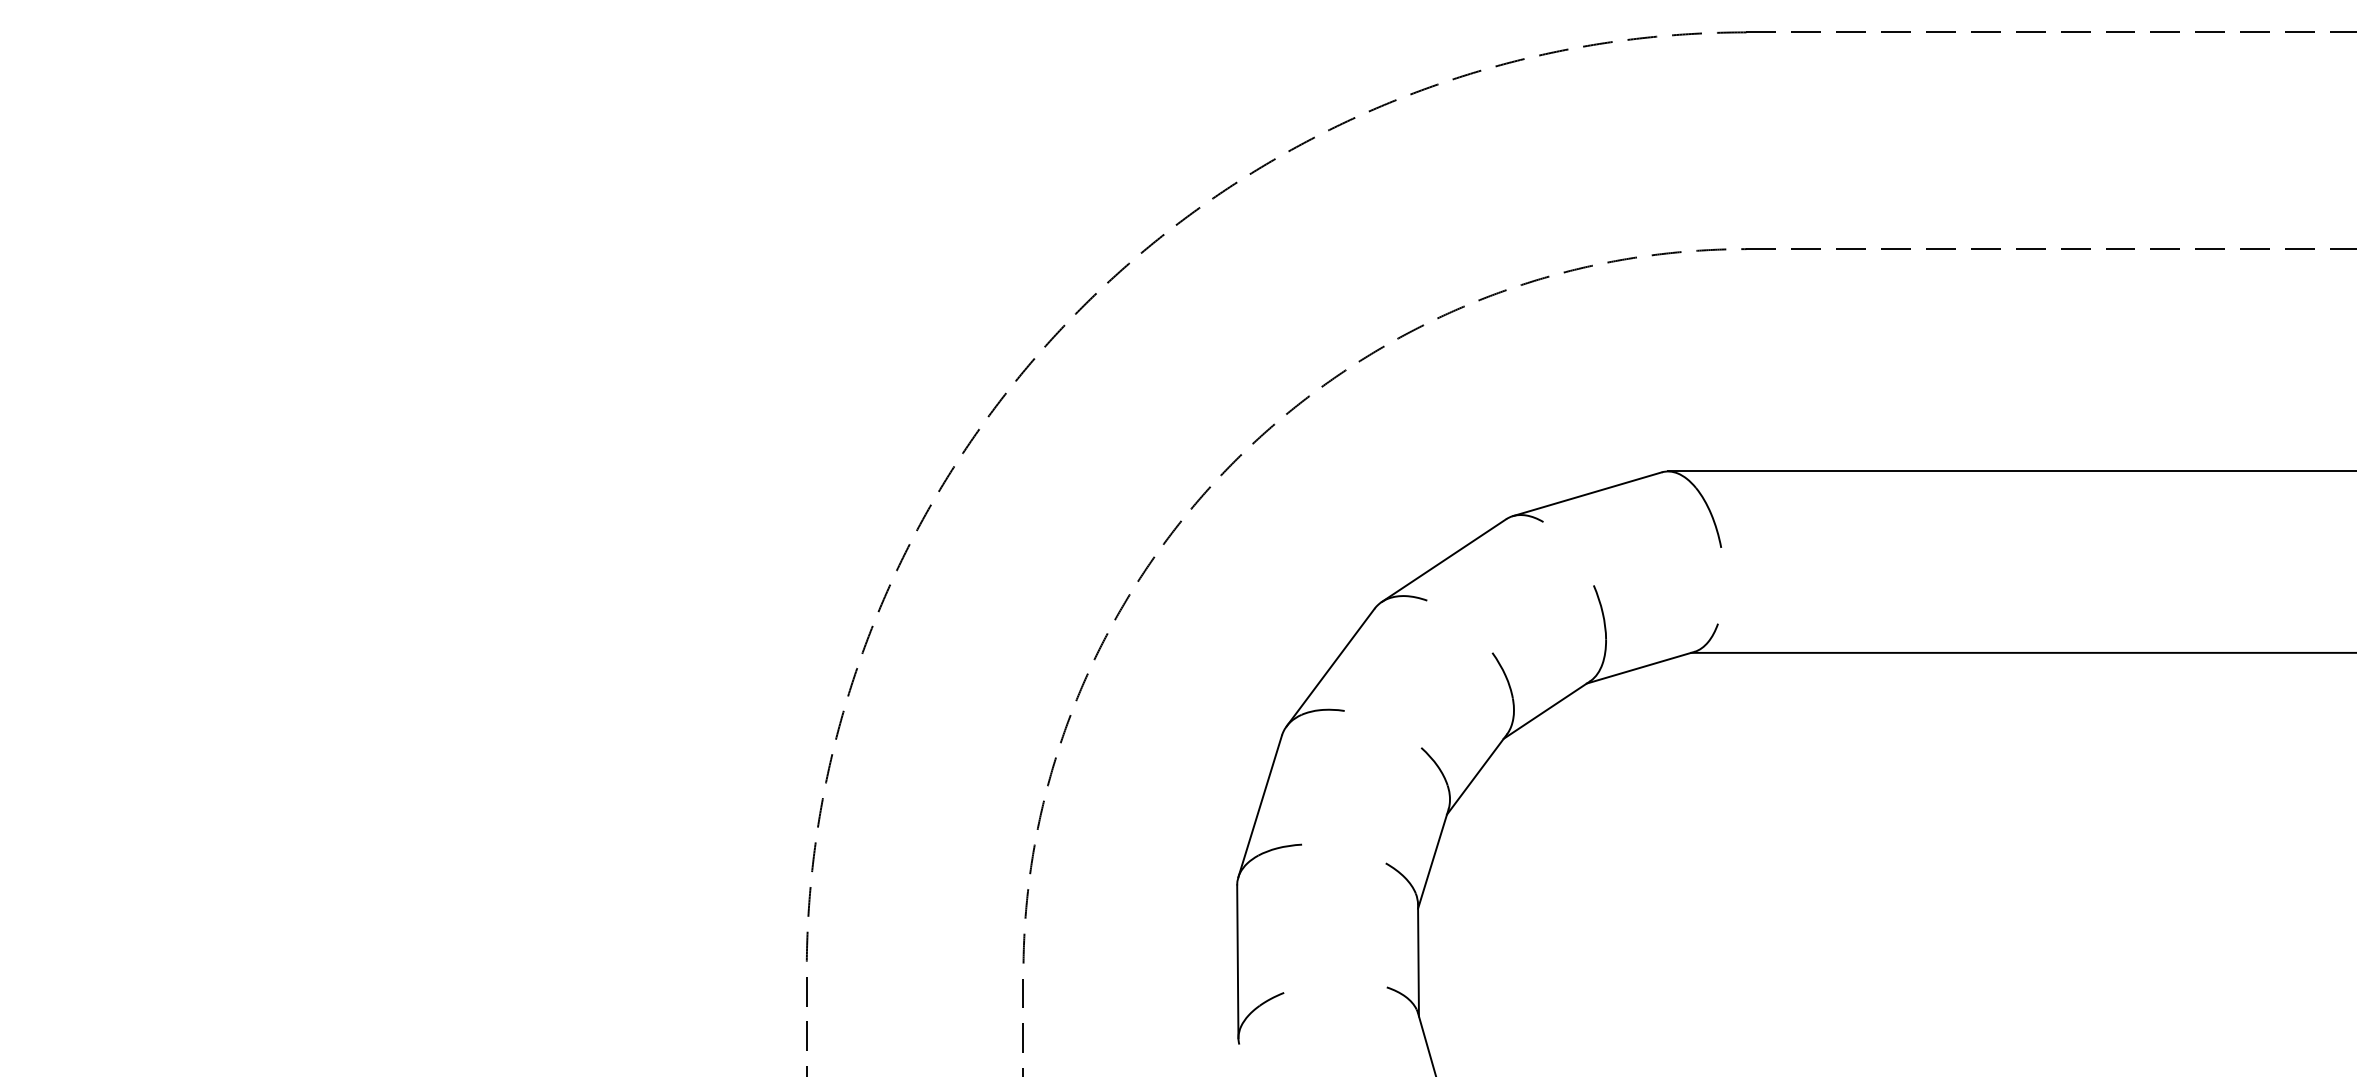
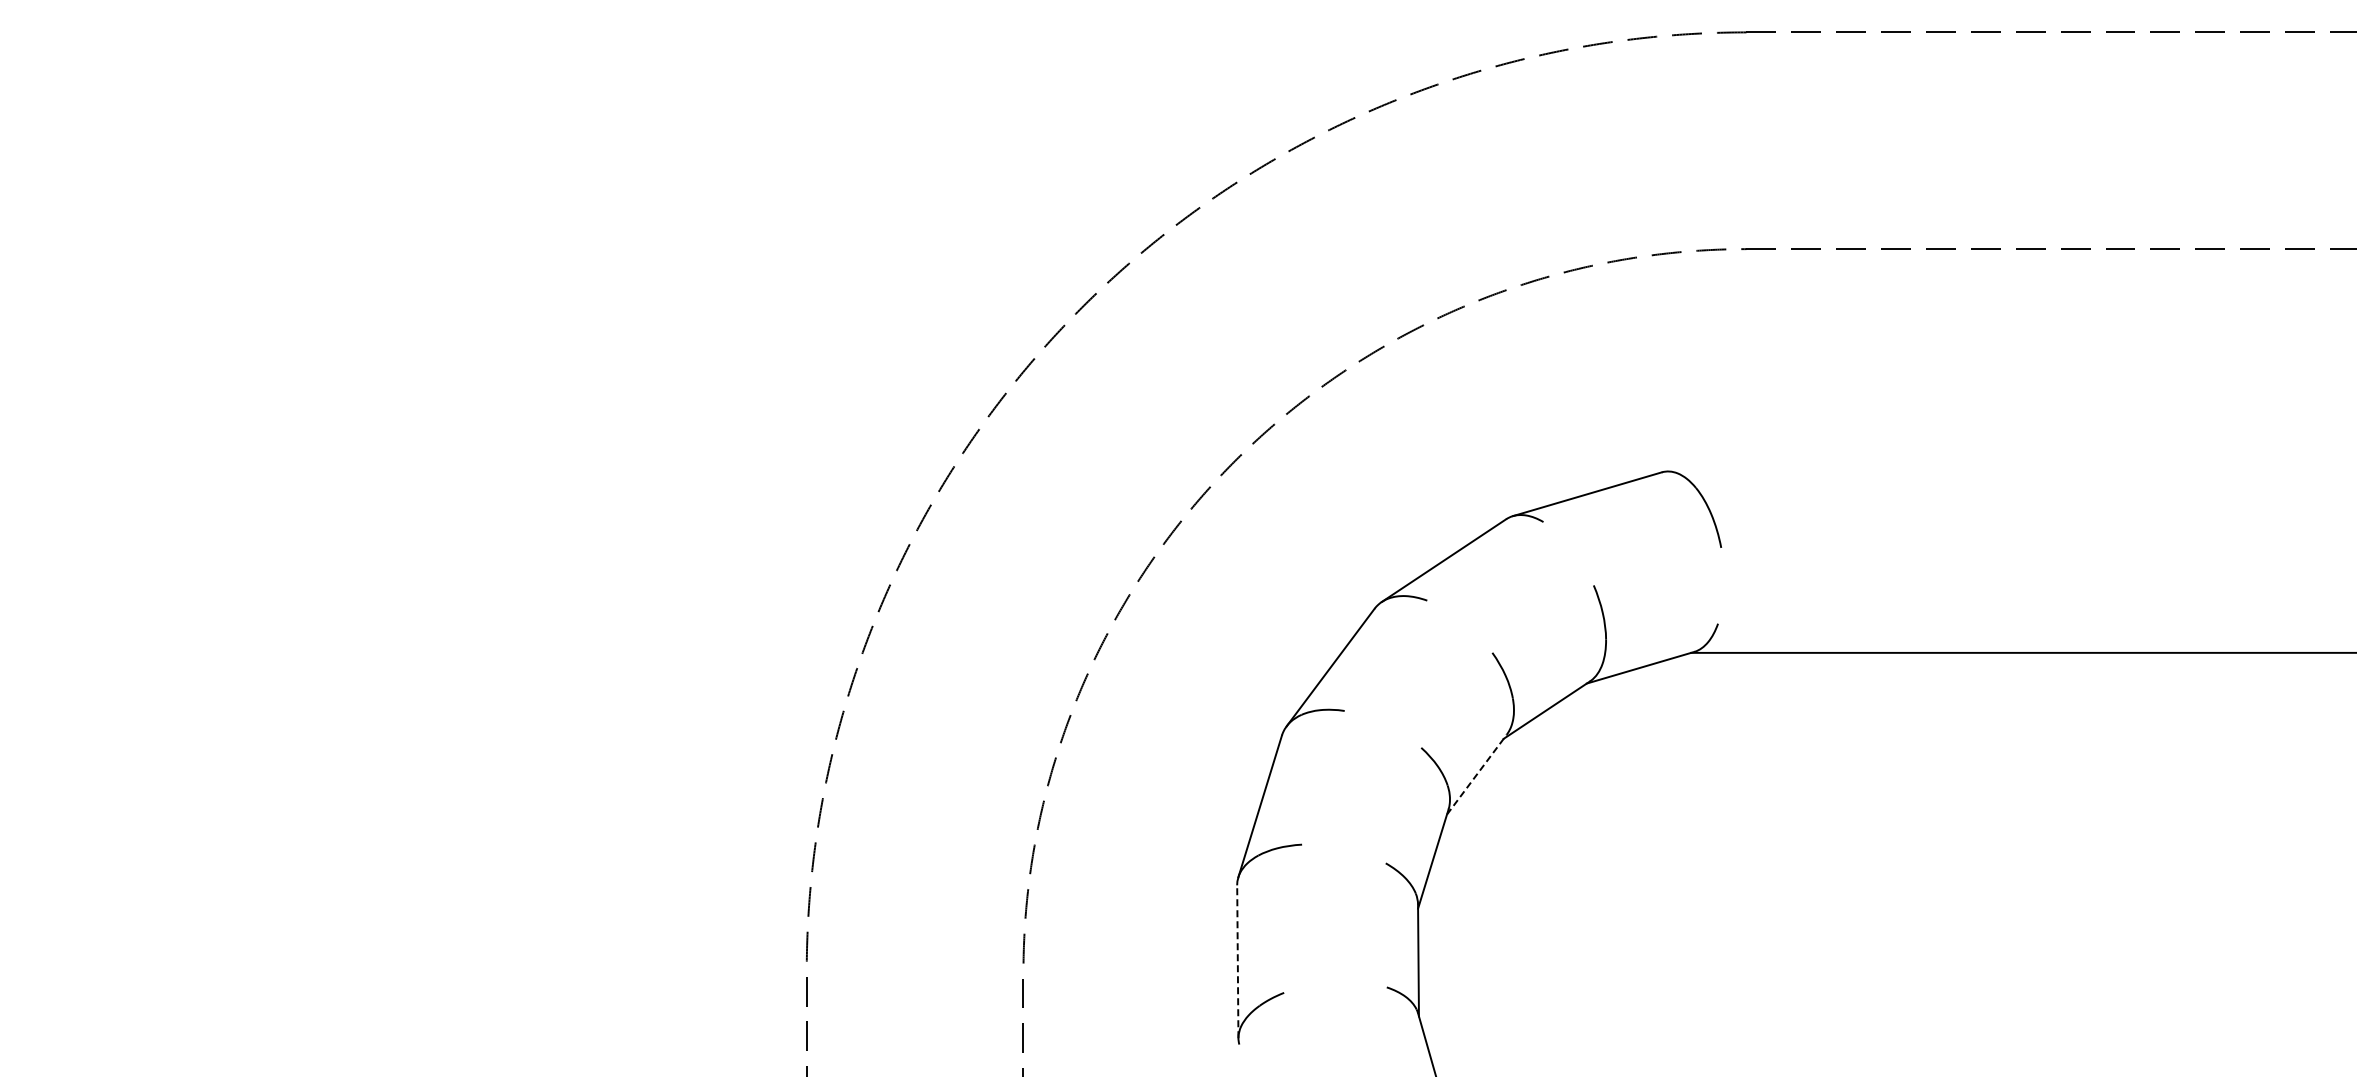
line at (2010, 471): present -> none
line at (1476, 774): solid -> dashed
line at (1237, 961): solid -> dashed
